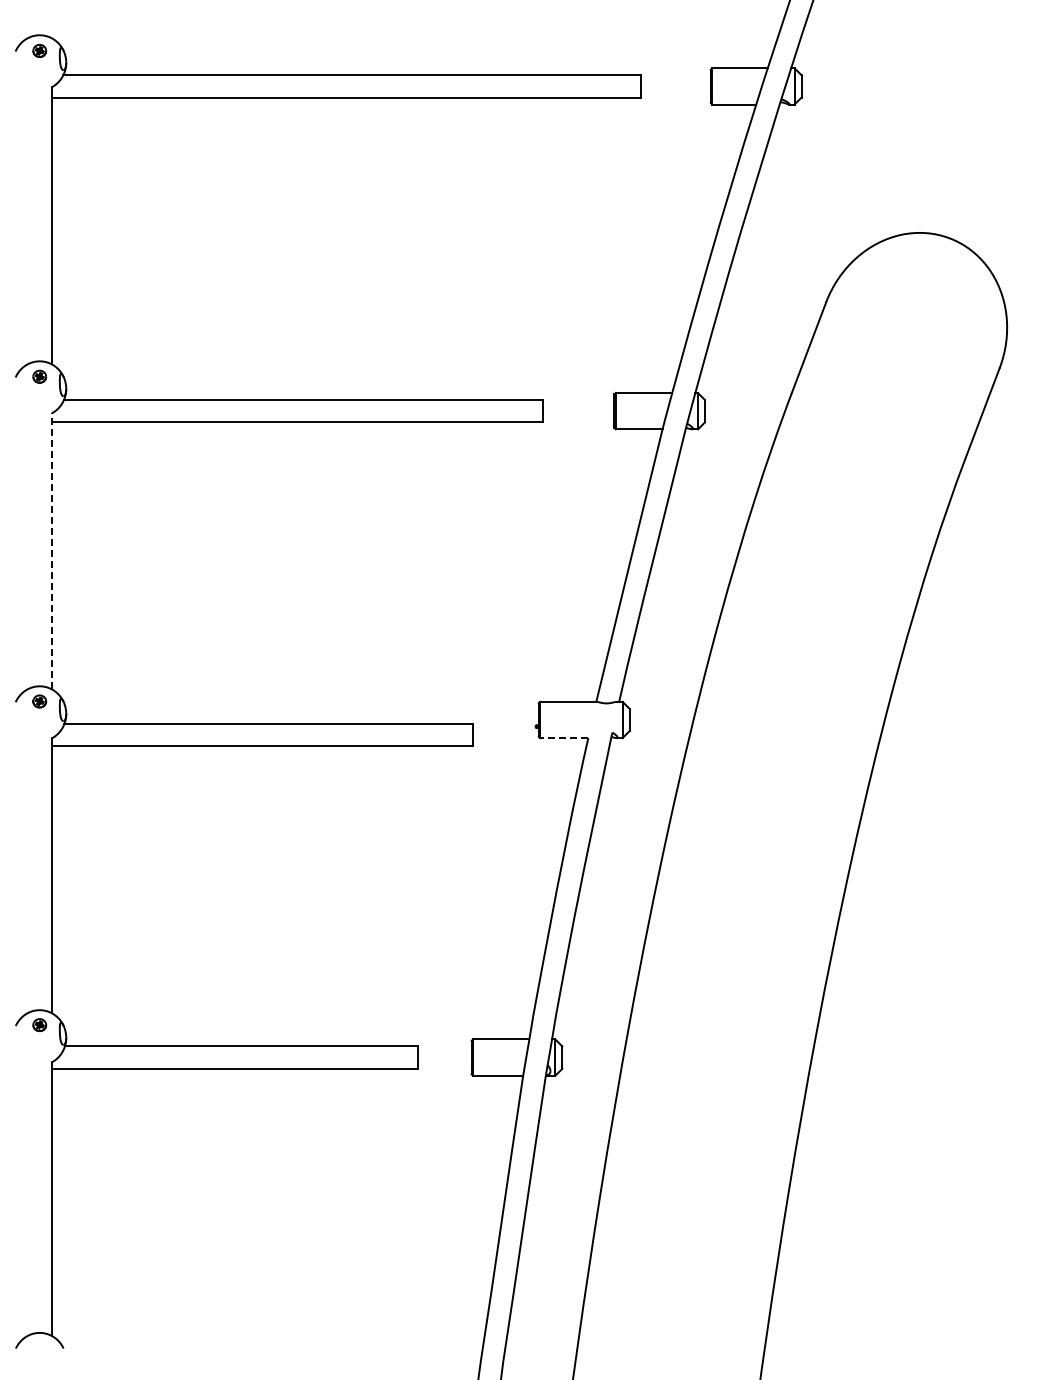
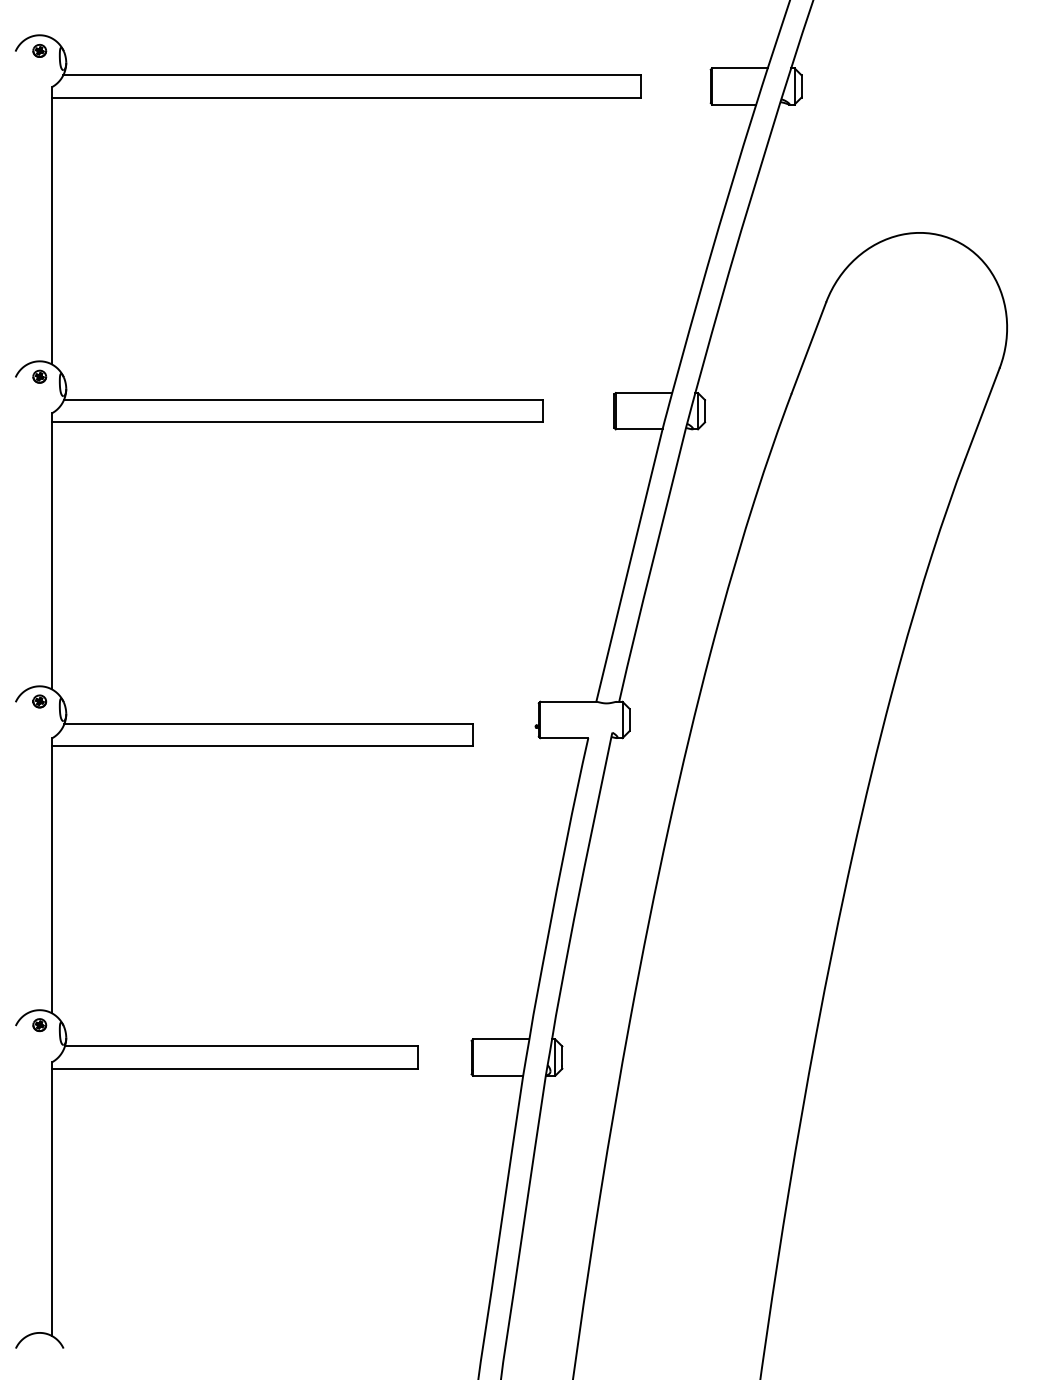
line at (52, 550): dashed -> solid
line at (563, 738): dashed -> solid
